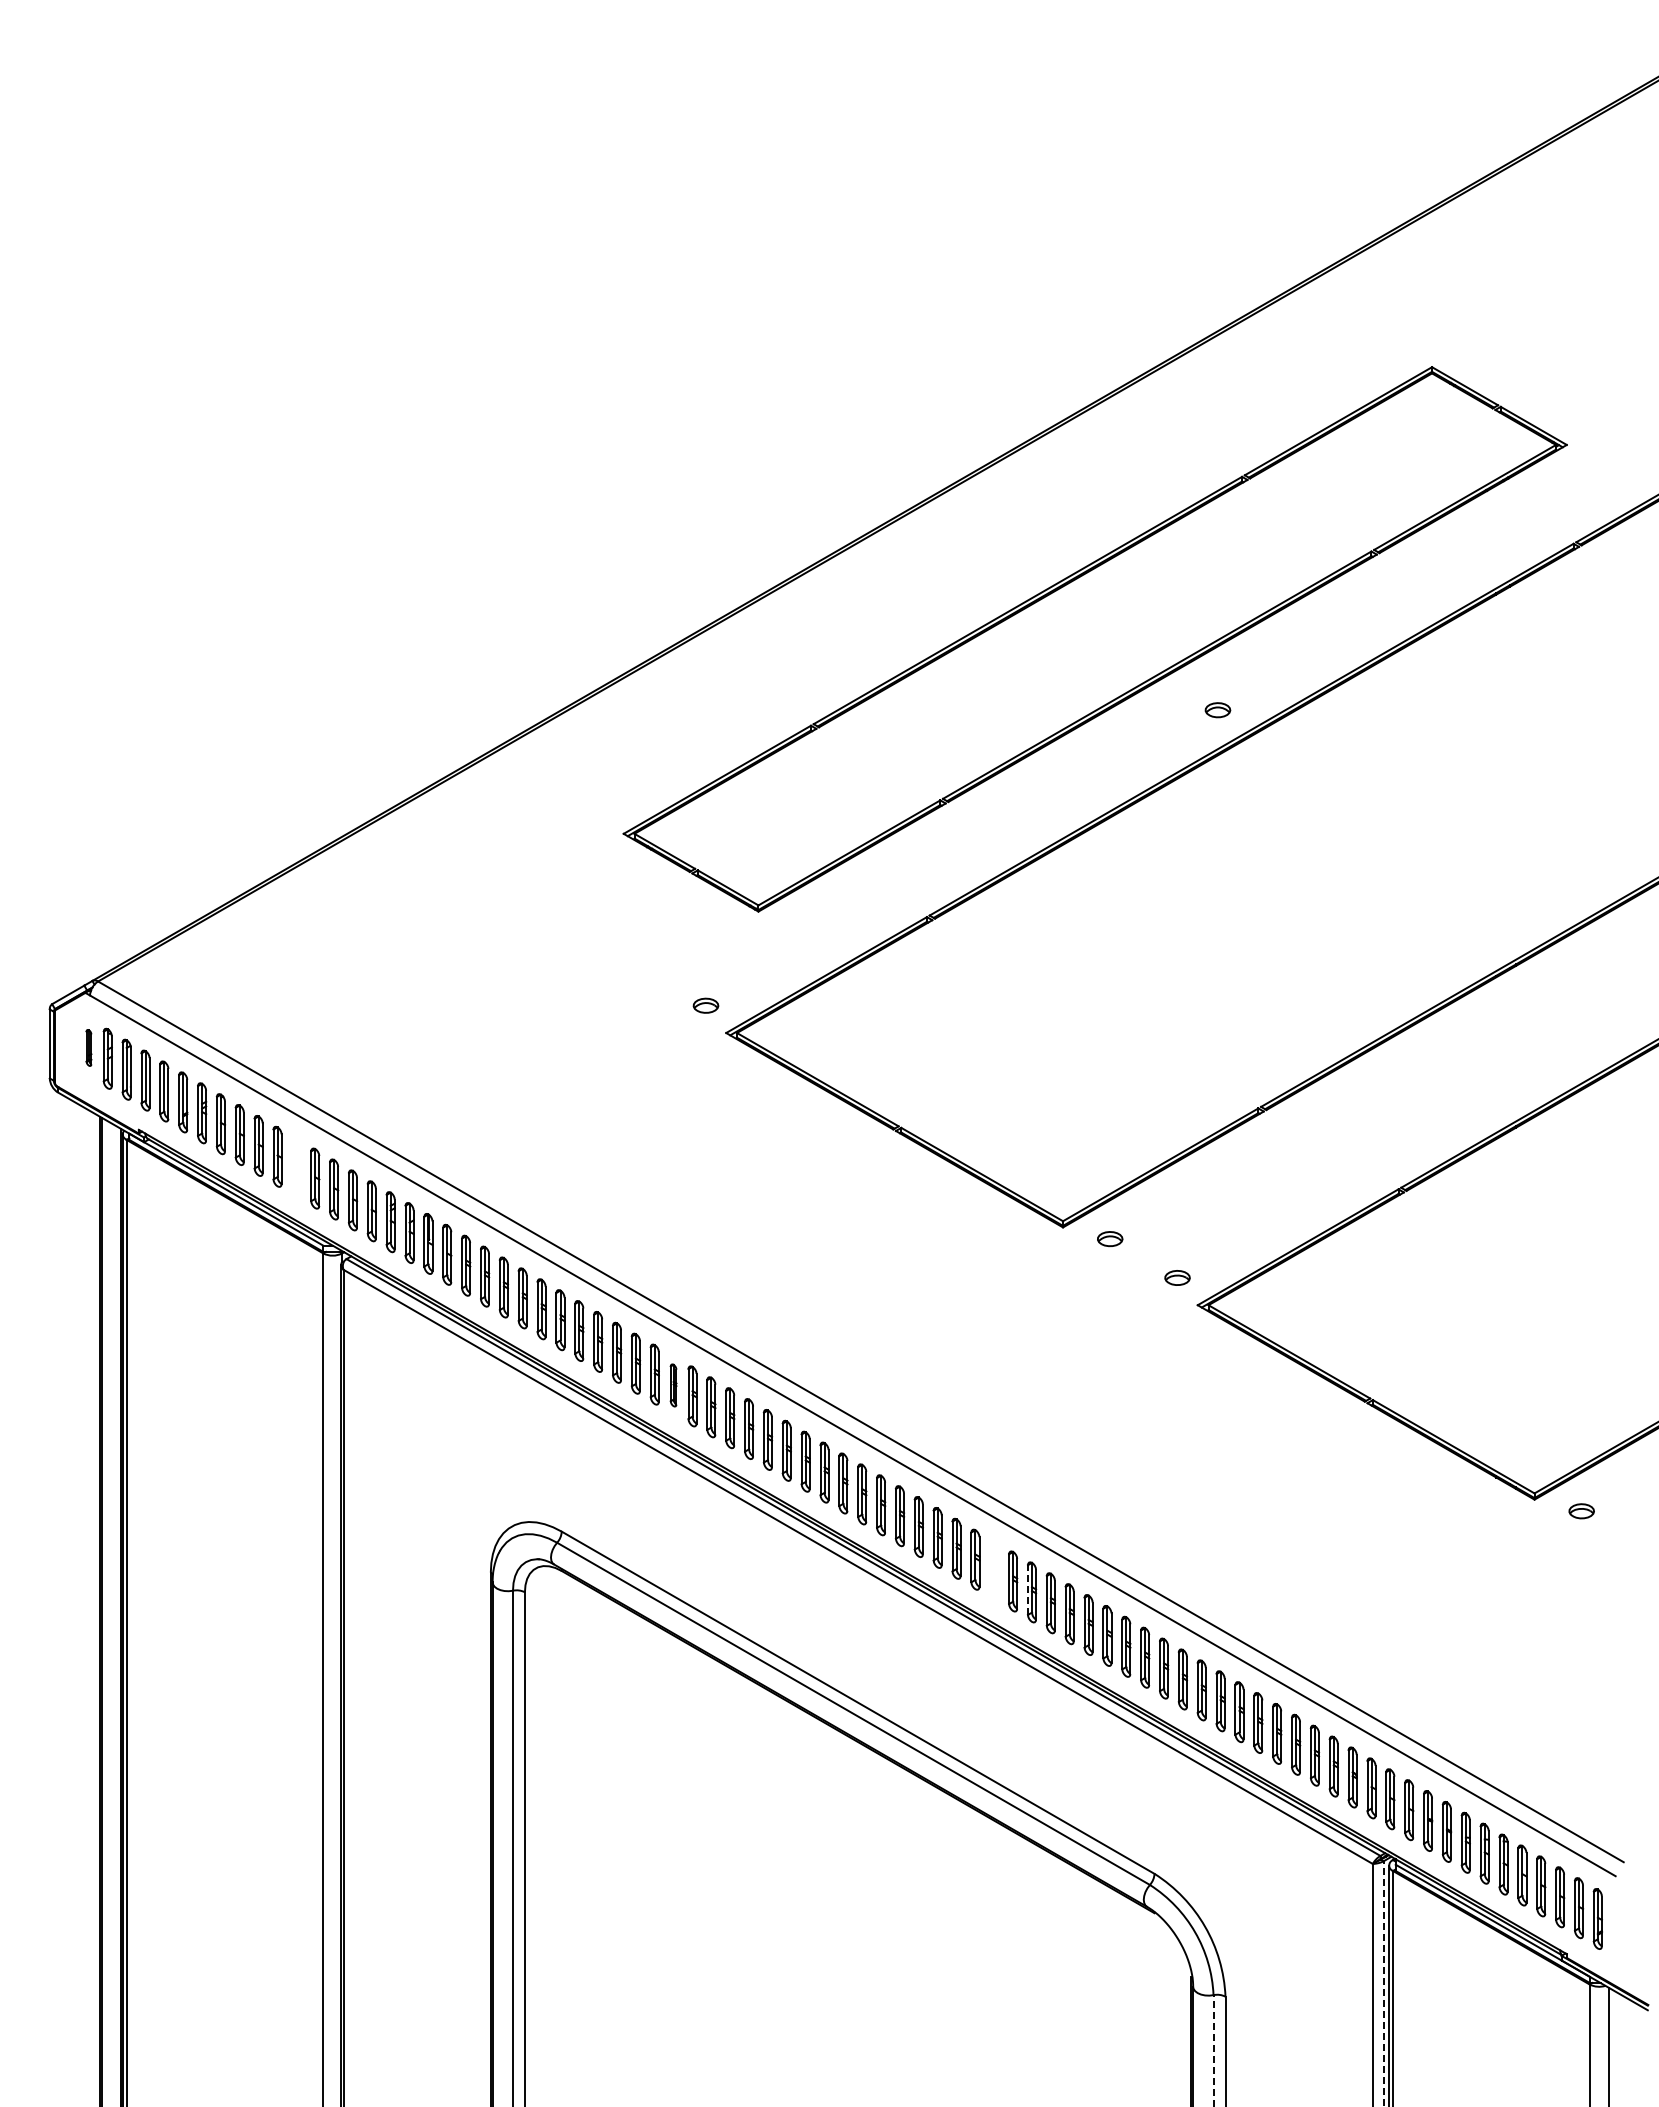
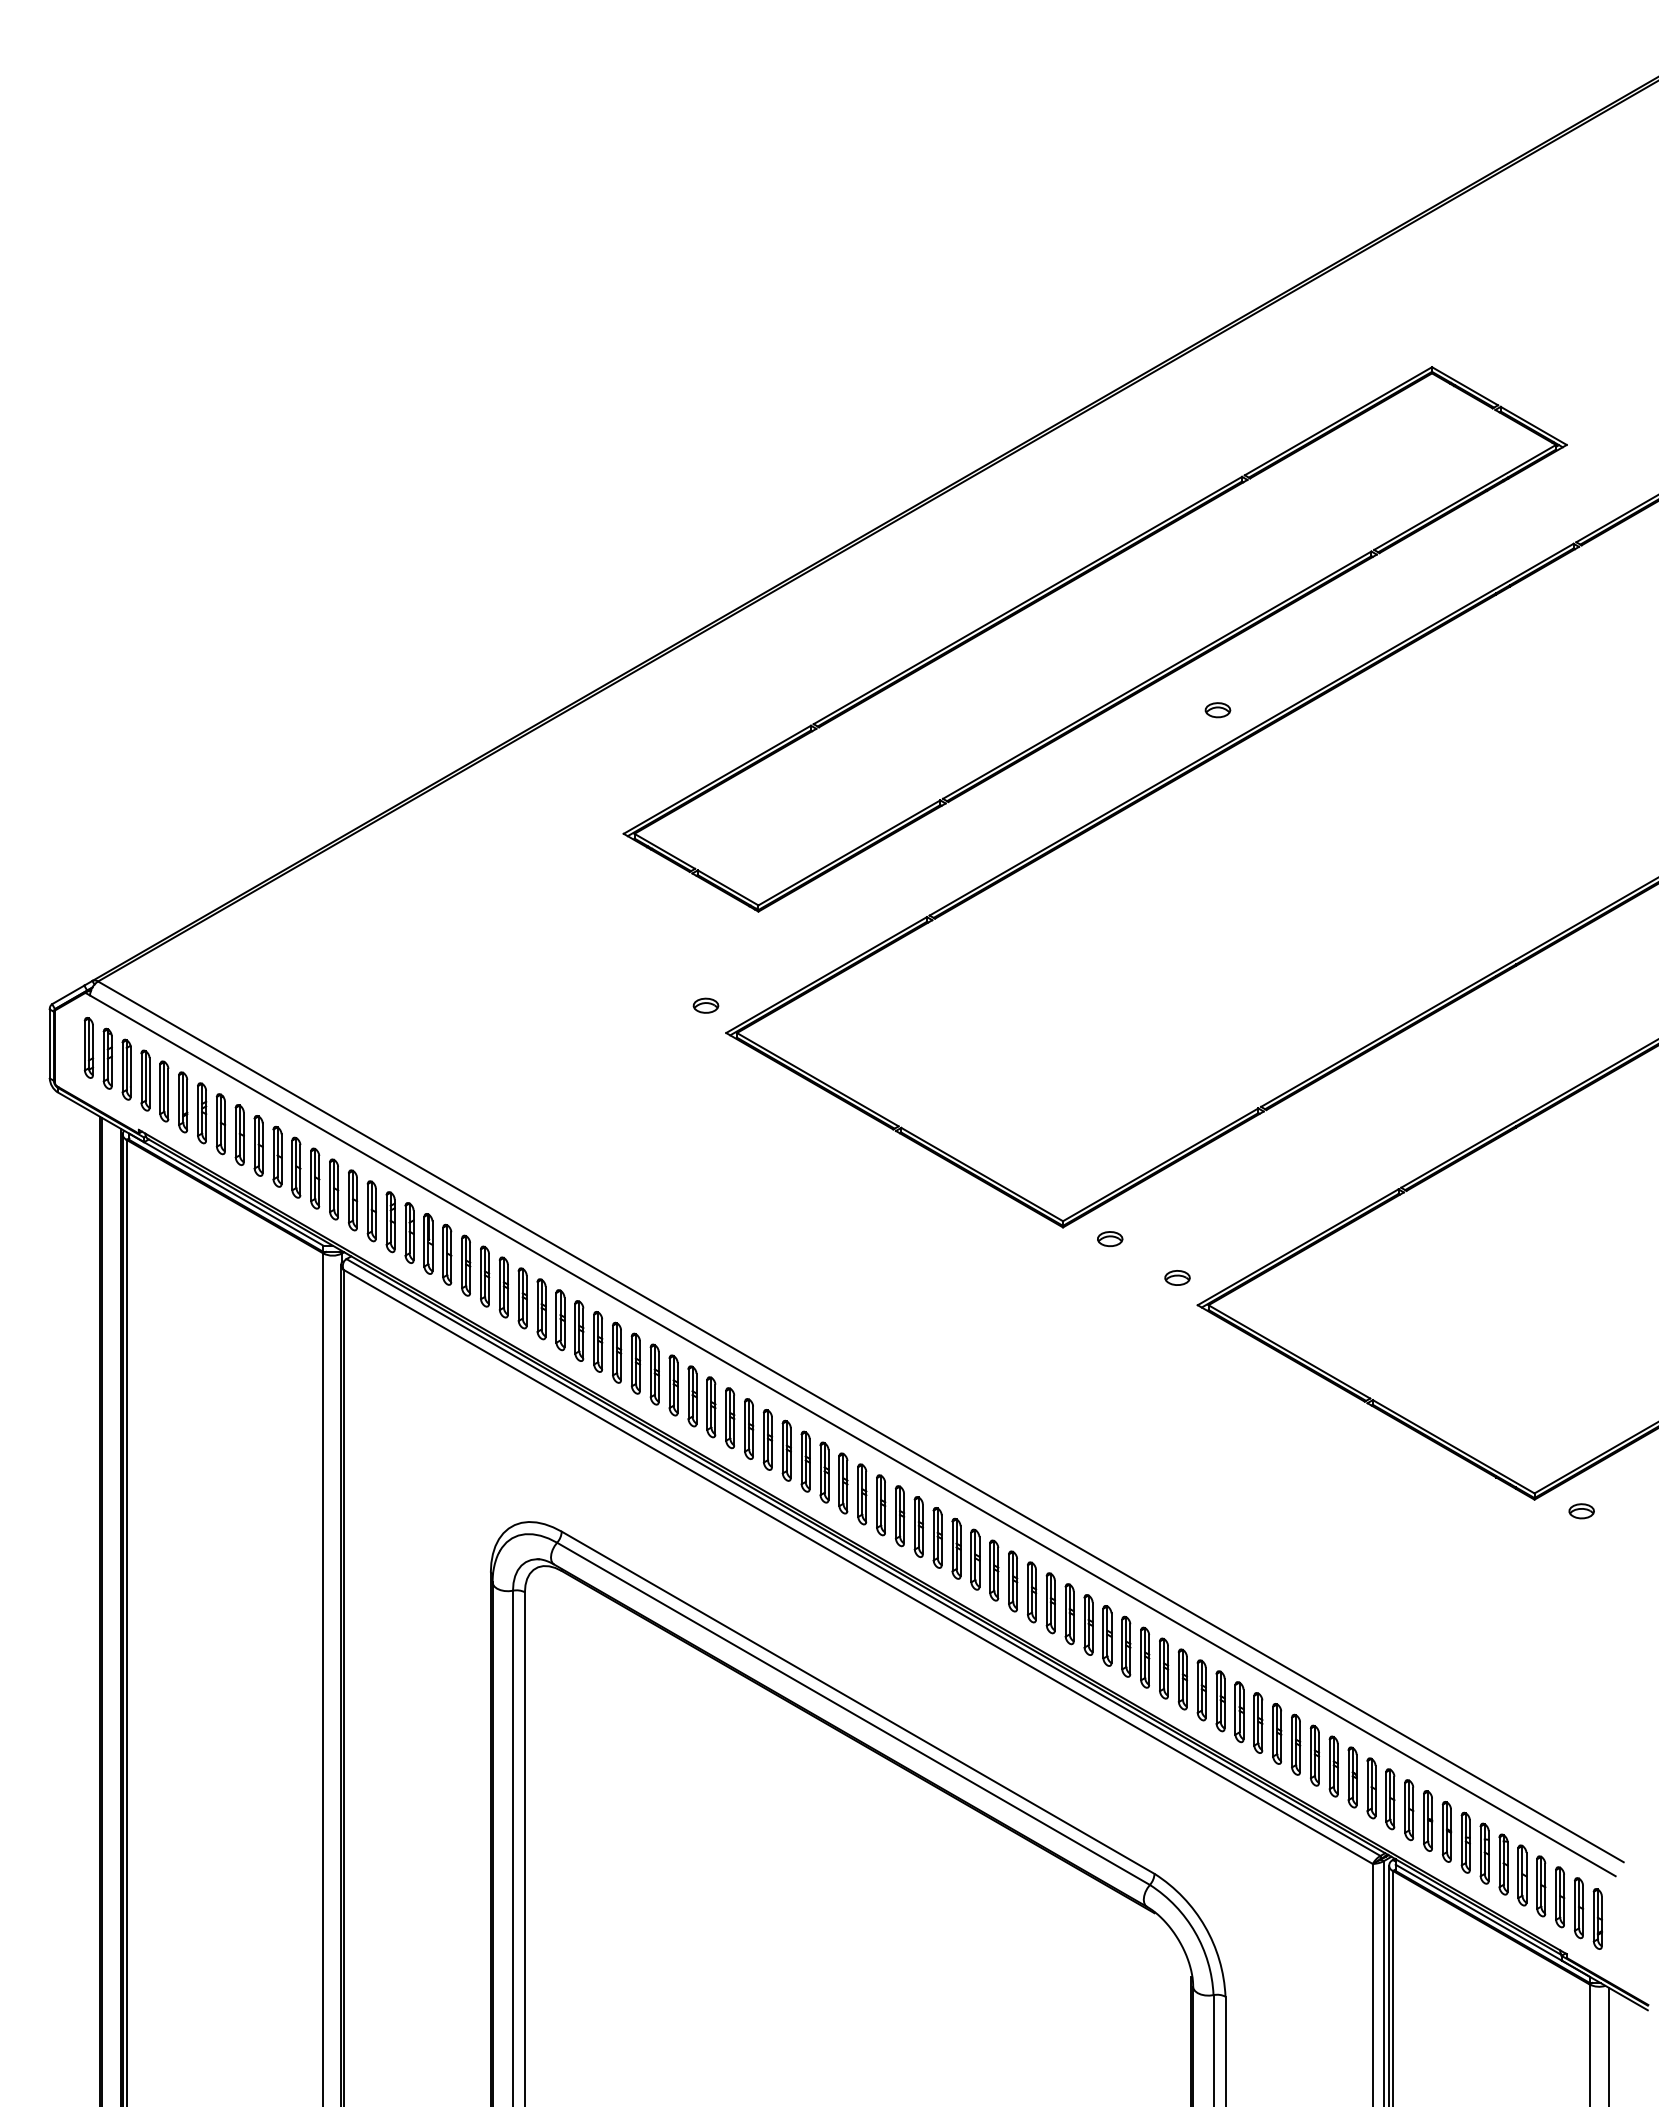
part at (88, 1047) size: 8x38 px -> 12x62 px
part at (296, 1167): none -> present
part at (673, 1385) size: 9x45 px -> 11x63 px
part at (994, 1570): none -> present
line at (1027, 1590): dashed -> solid
line at (1383, 1983): dashed -> solid
line at (1213, 2050): dashed -> solid
